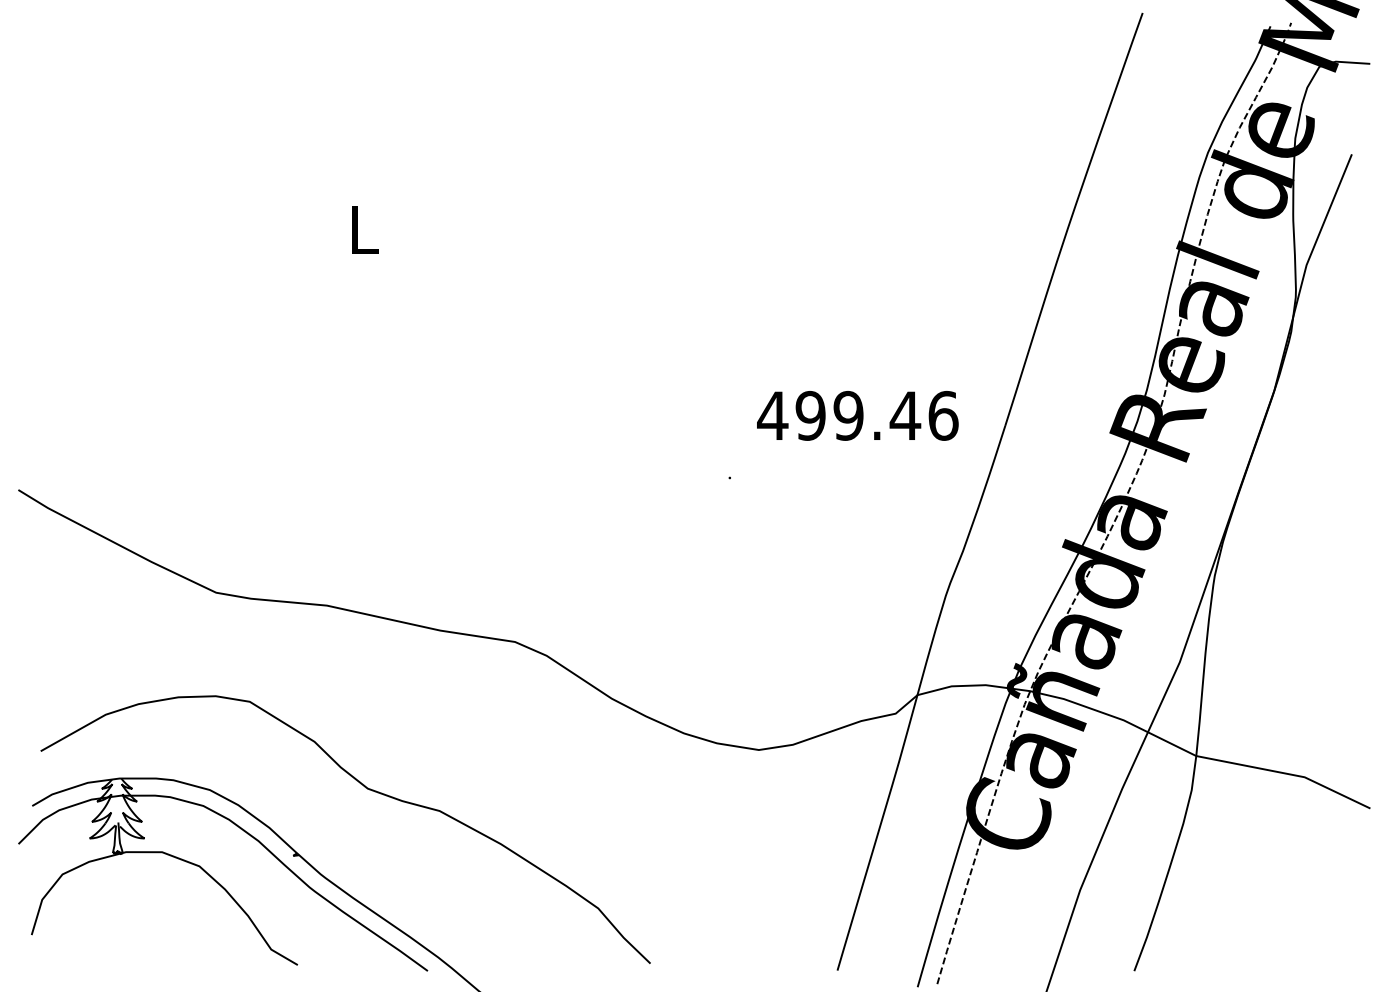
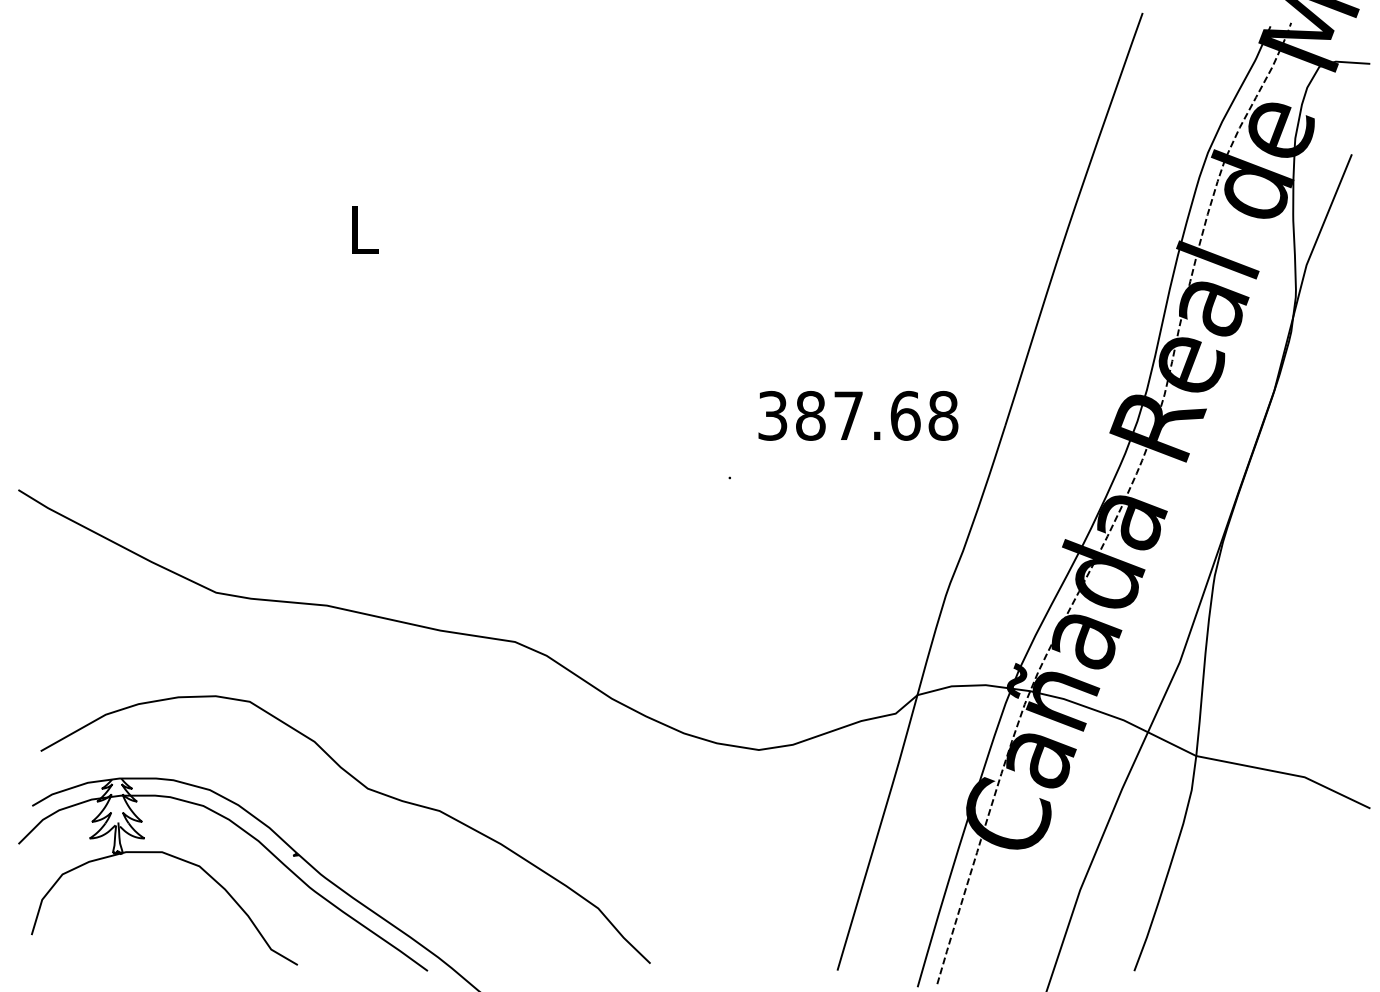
text at (857, 415): 499.46 -> 387.68
